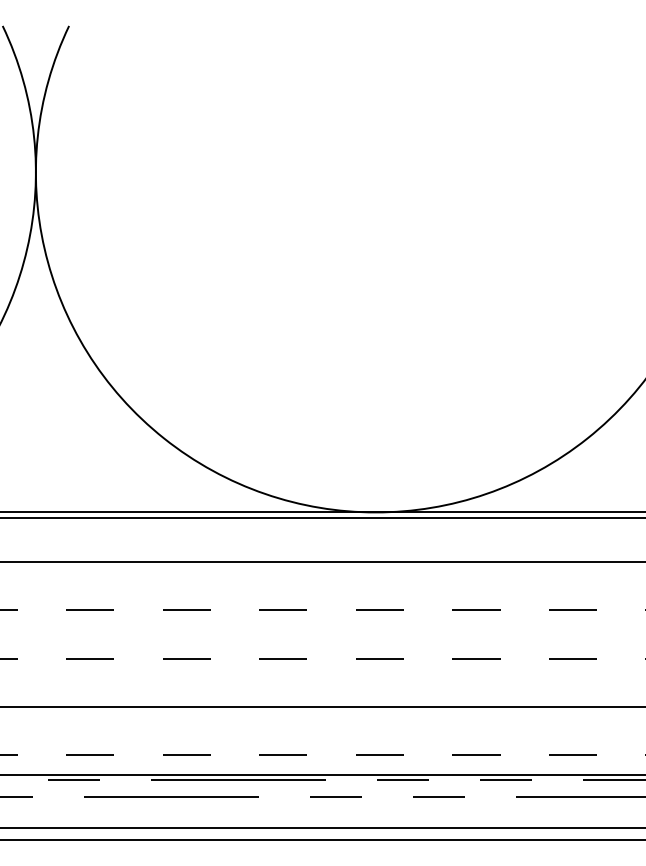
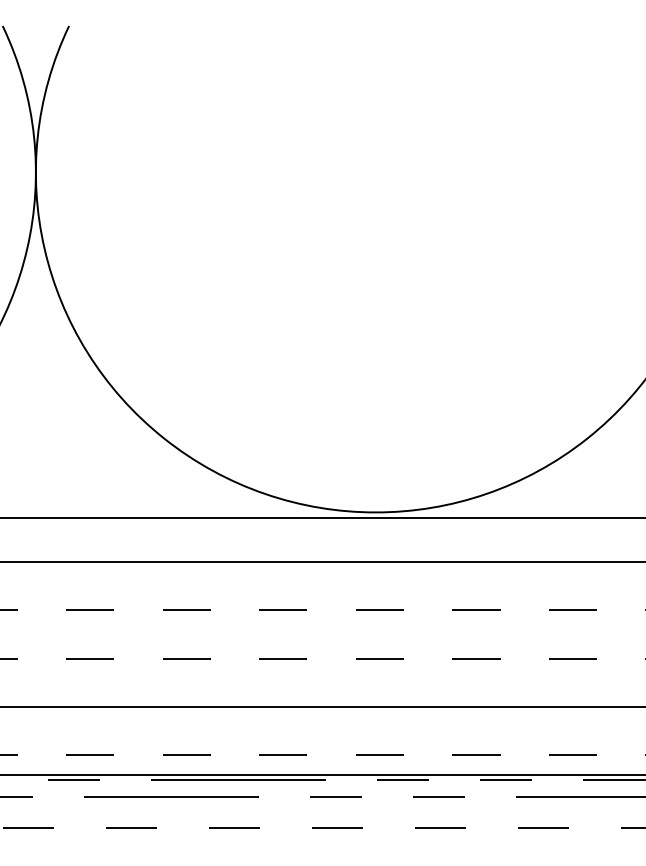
line at (322, 512): present -> none
line at (323, 828): solid -> dashed
line at (322, 840): present -> none
